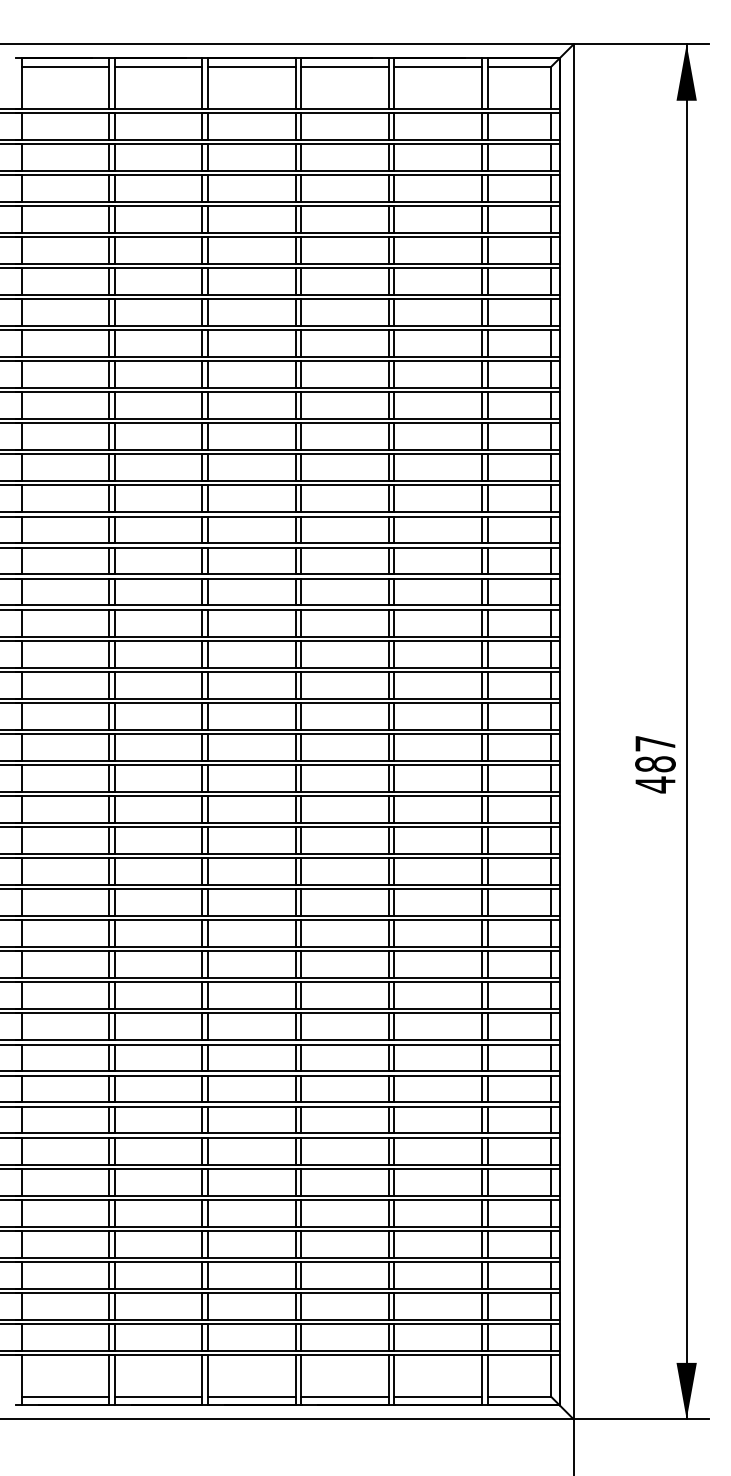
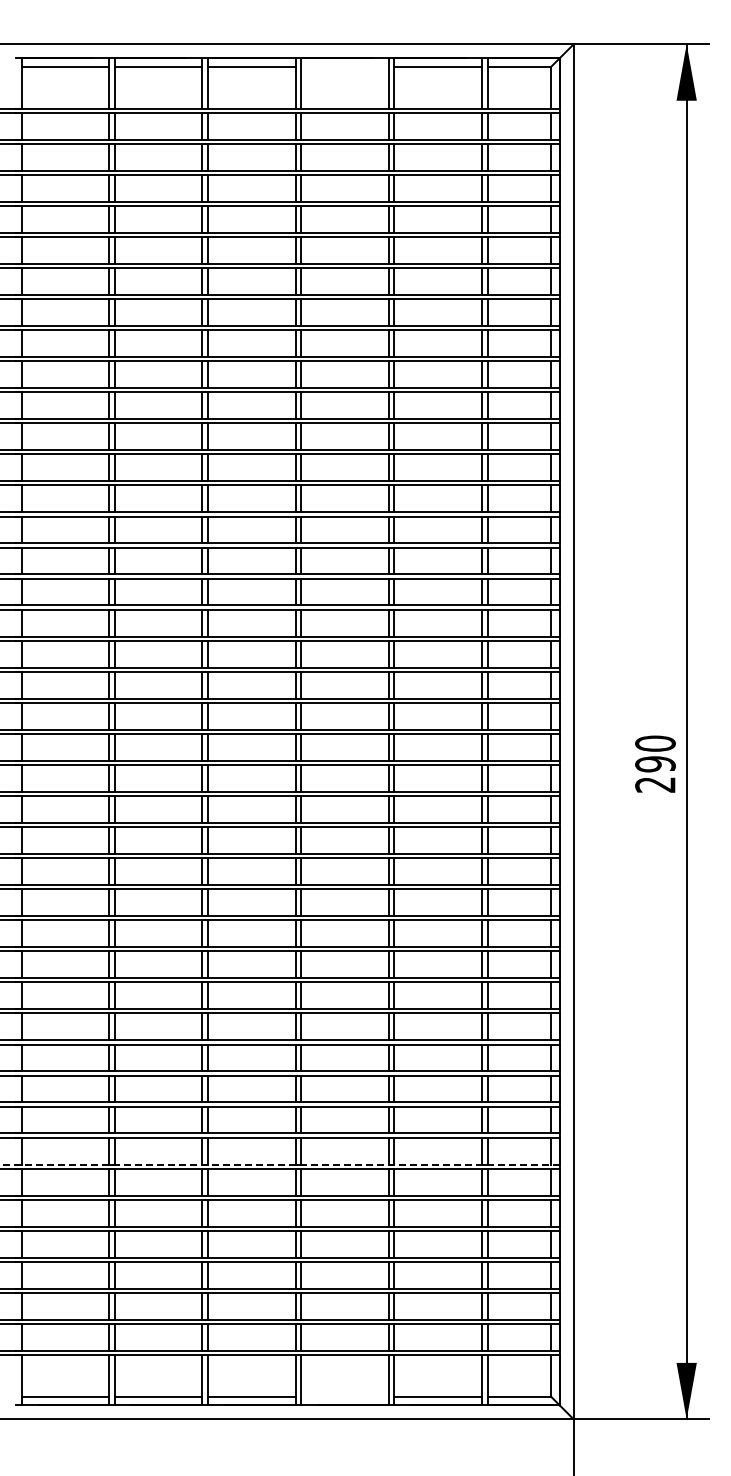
line at (344, 66): present -> none
text at (655, 764): 487 -> 290
line at (279, 1164): solid -> dashed
line at (344, 1396): present -> none
